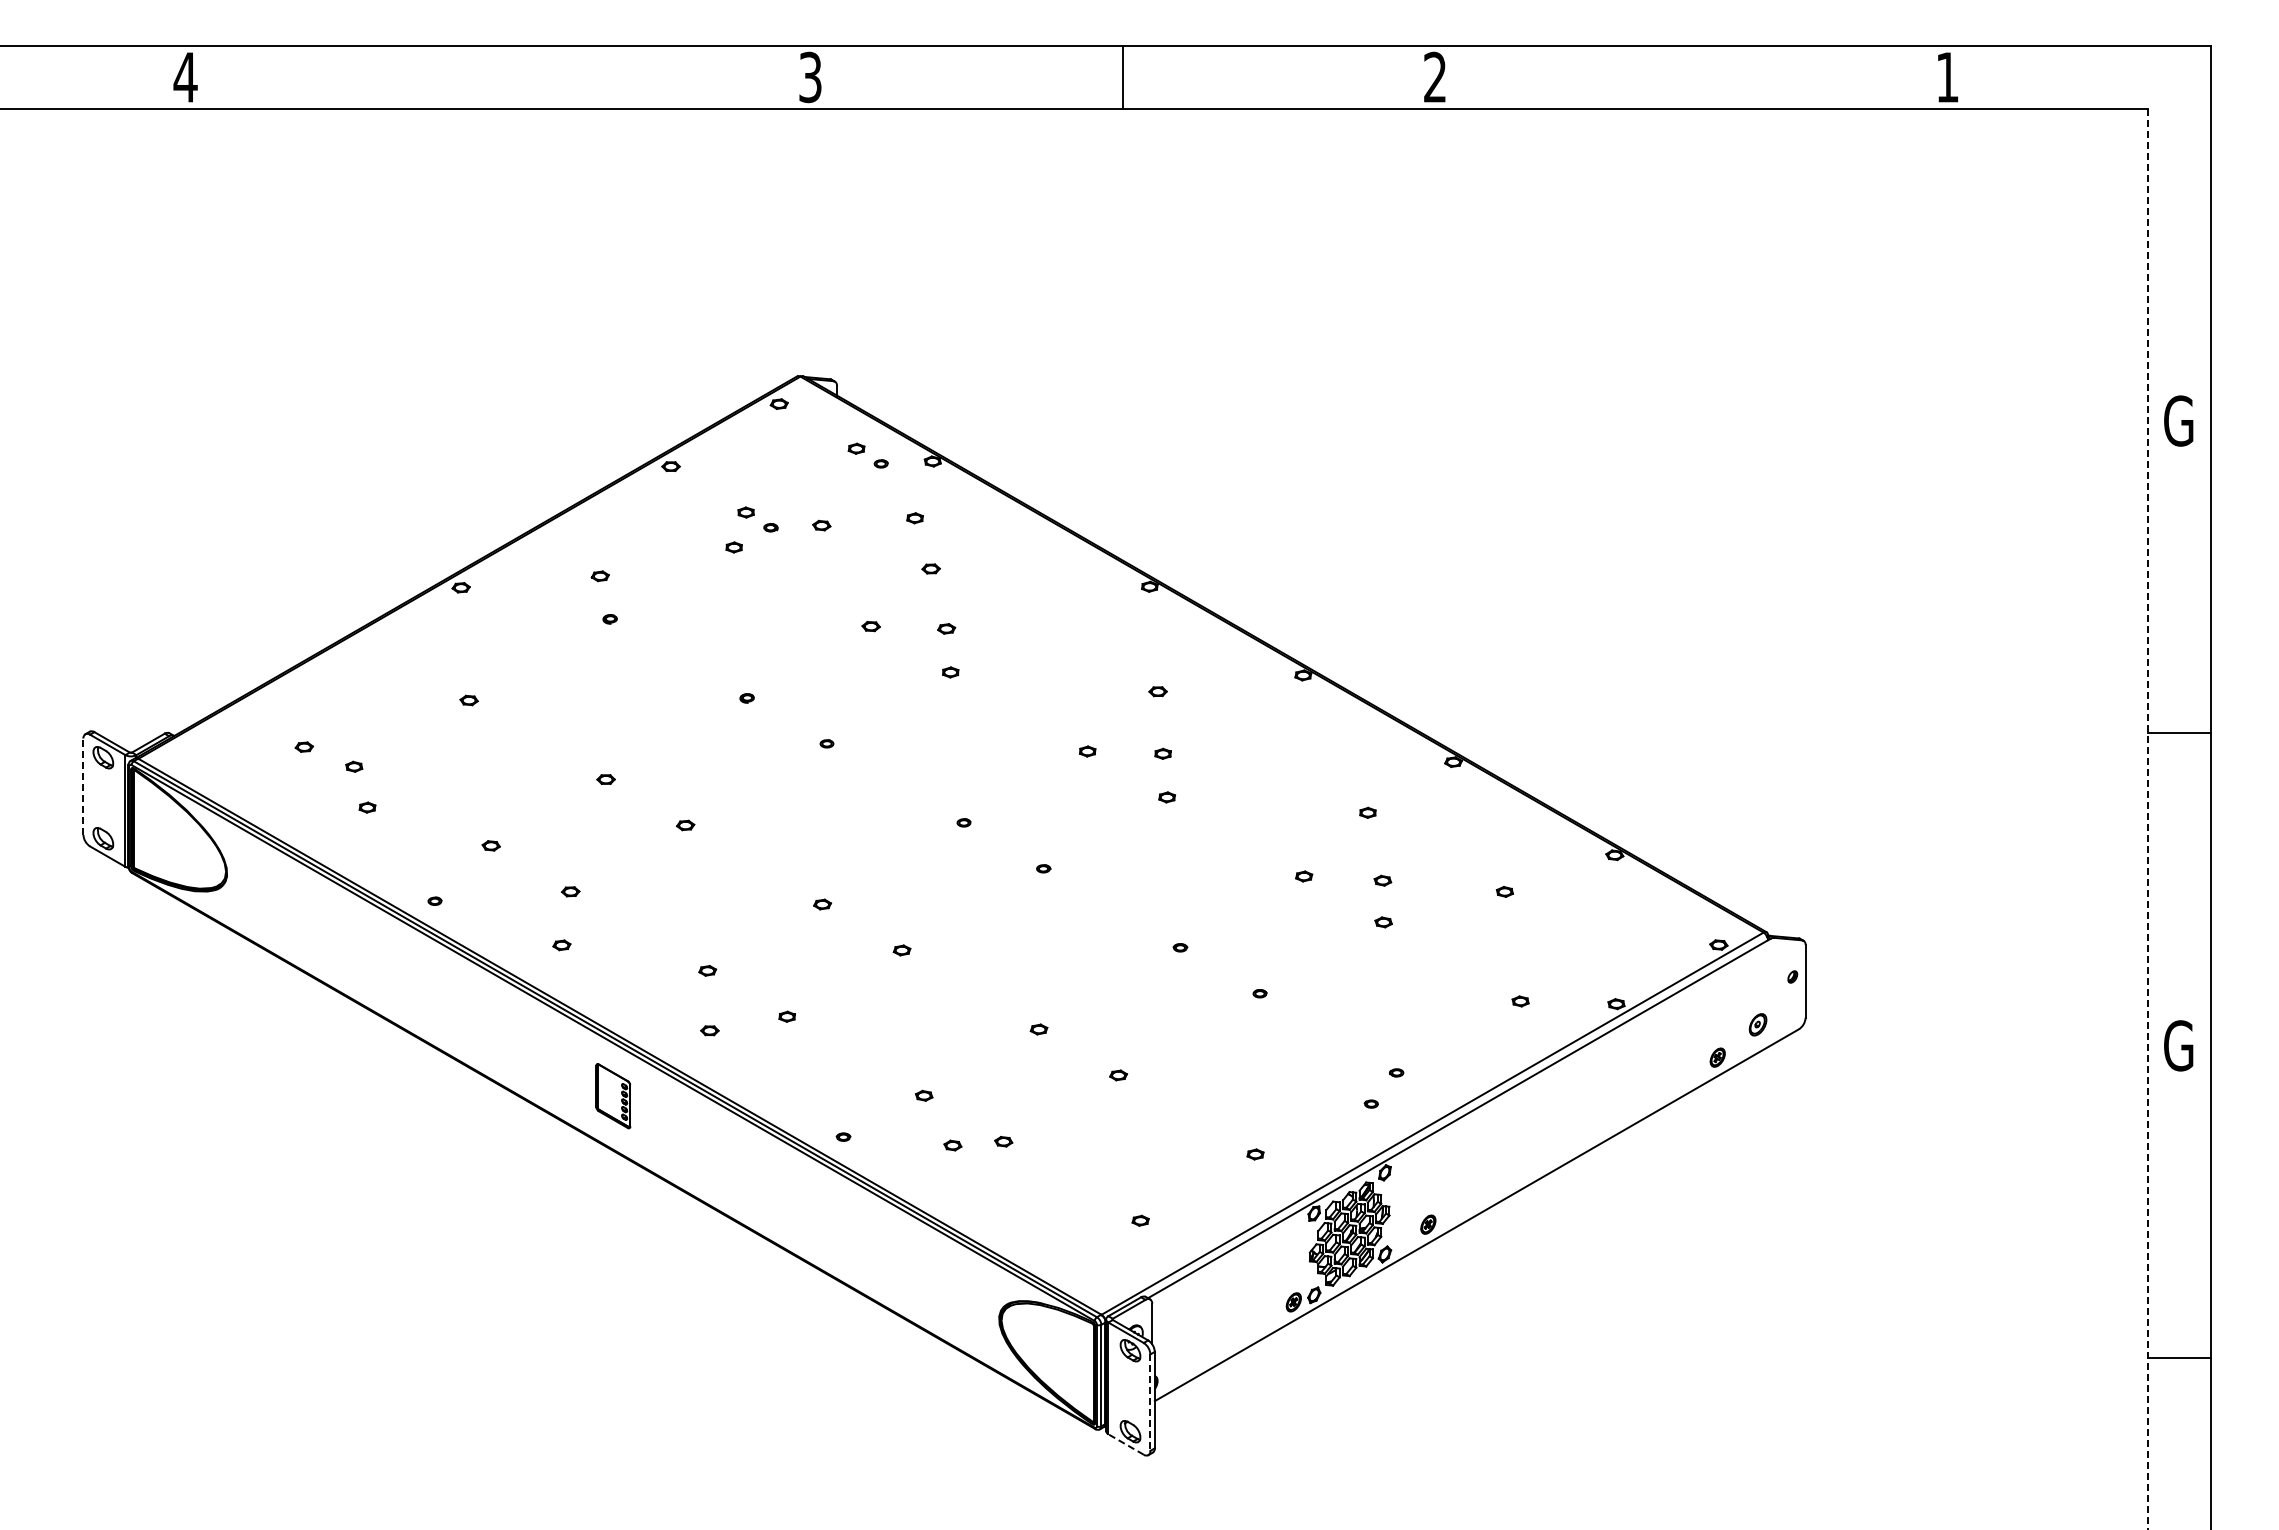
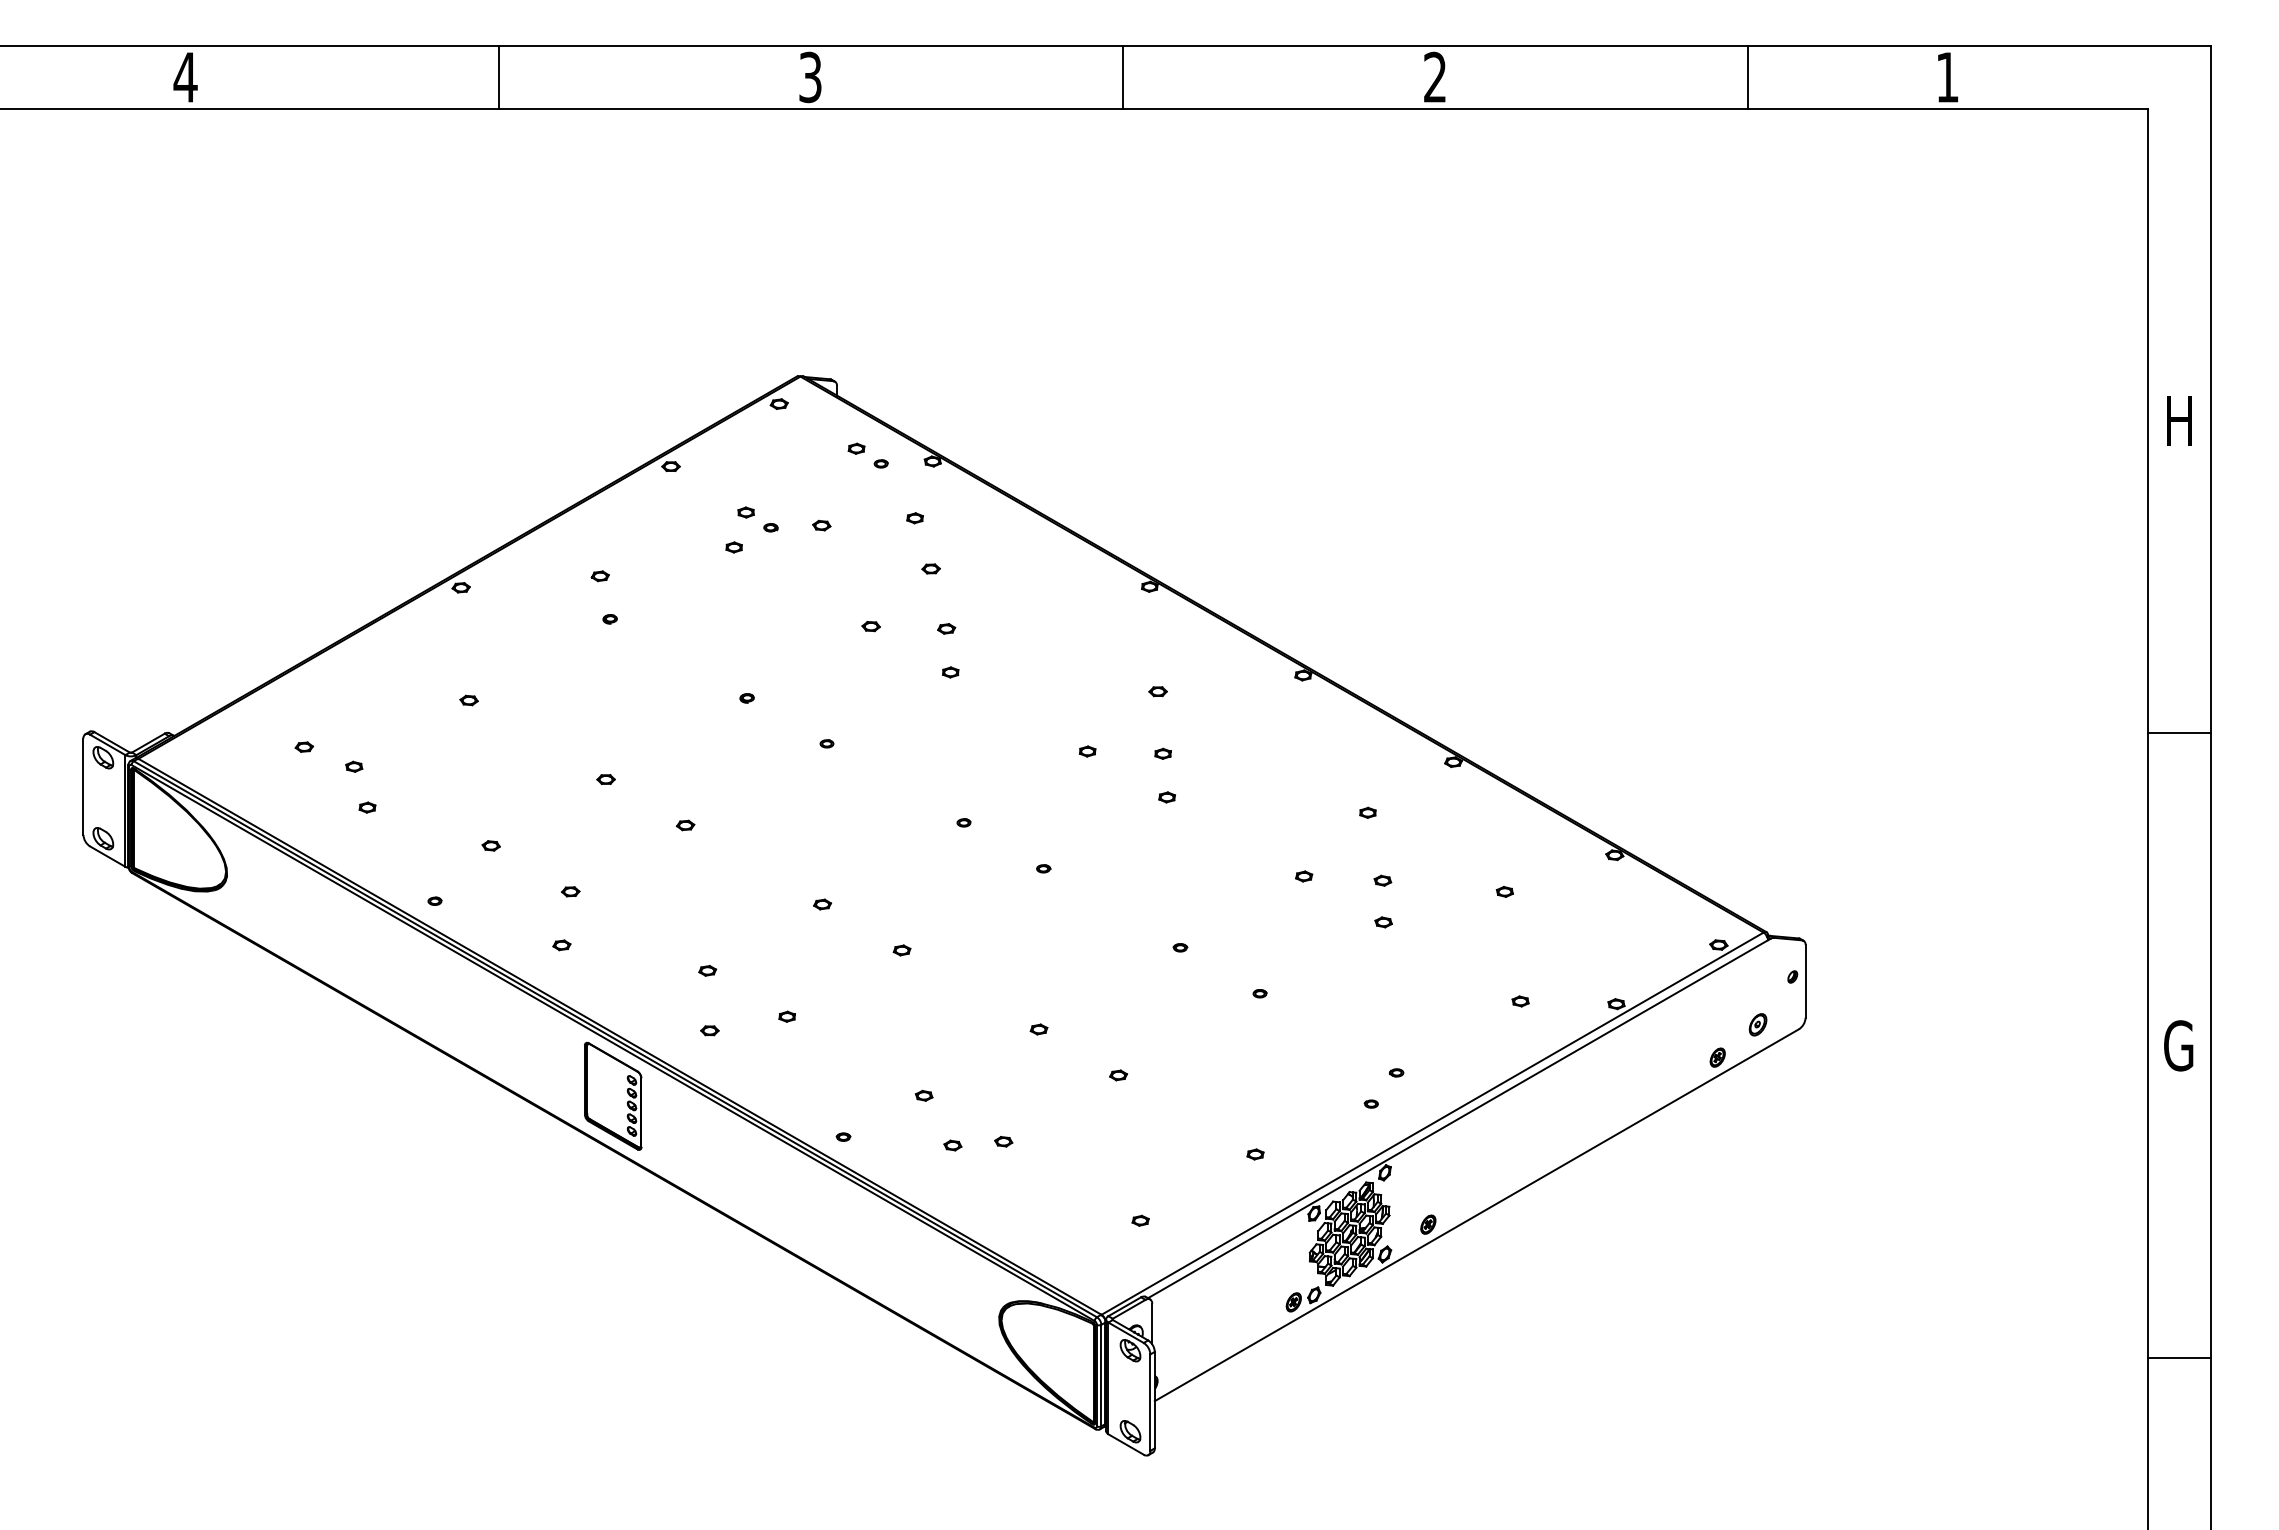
line at (498, 77): none -> present
line at (1748, 77): none -> present
text at (2178, 420): G -> H
line at (83, 786): dashed -> solid
line at (2148, 819): dashed -> solid
part at (613, 1096) size: 37x67 px -> 59x110 px
line at (1150, 1403): dashed -> solid
line at (1125, 1444): dashed -> solid
